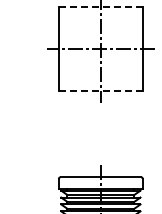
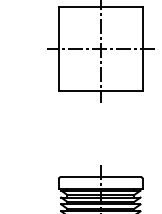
line at (100, 6): dashed -> solid
line at (101, 90): dashed -> solid
